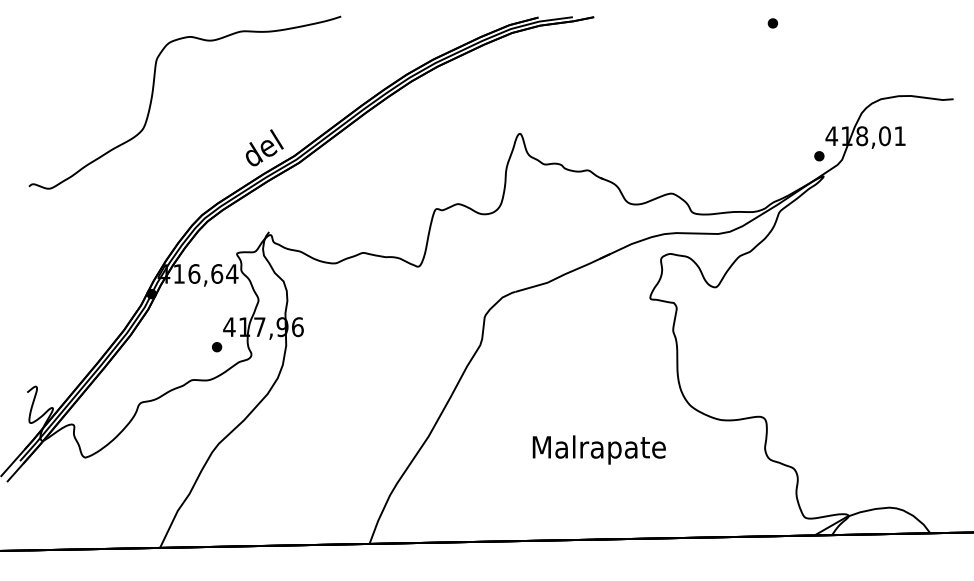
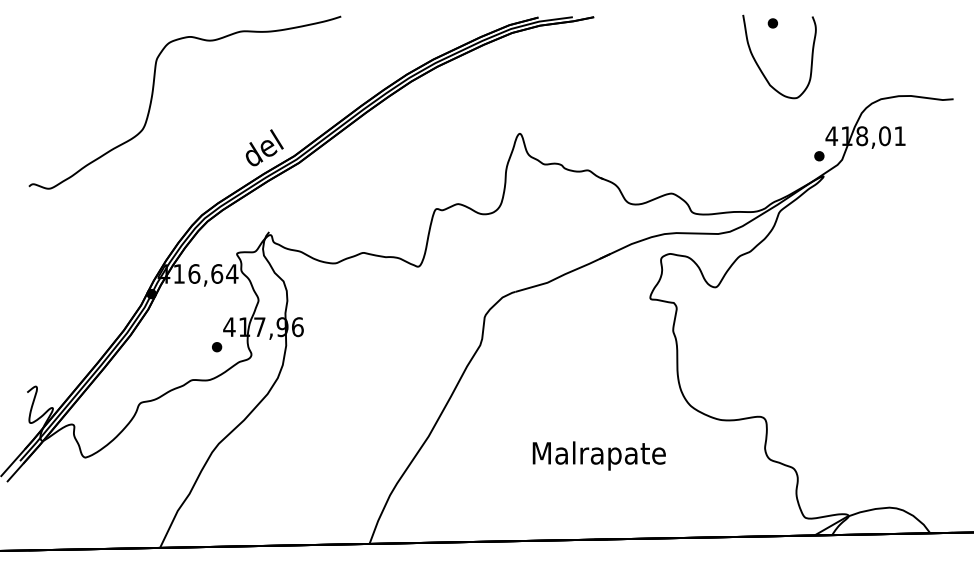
curve at (760, 67): none -> present
text at (598, 449) position: (598, 449) -> (598, 455)
